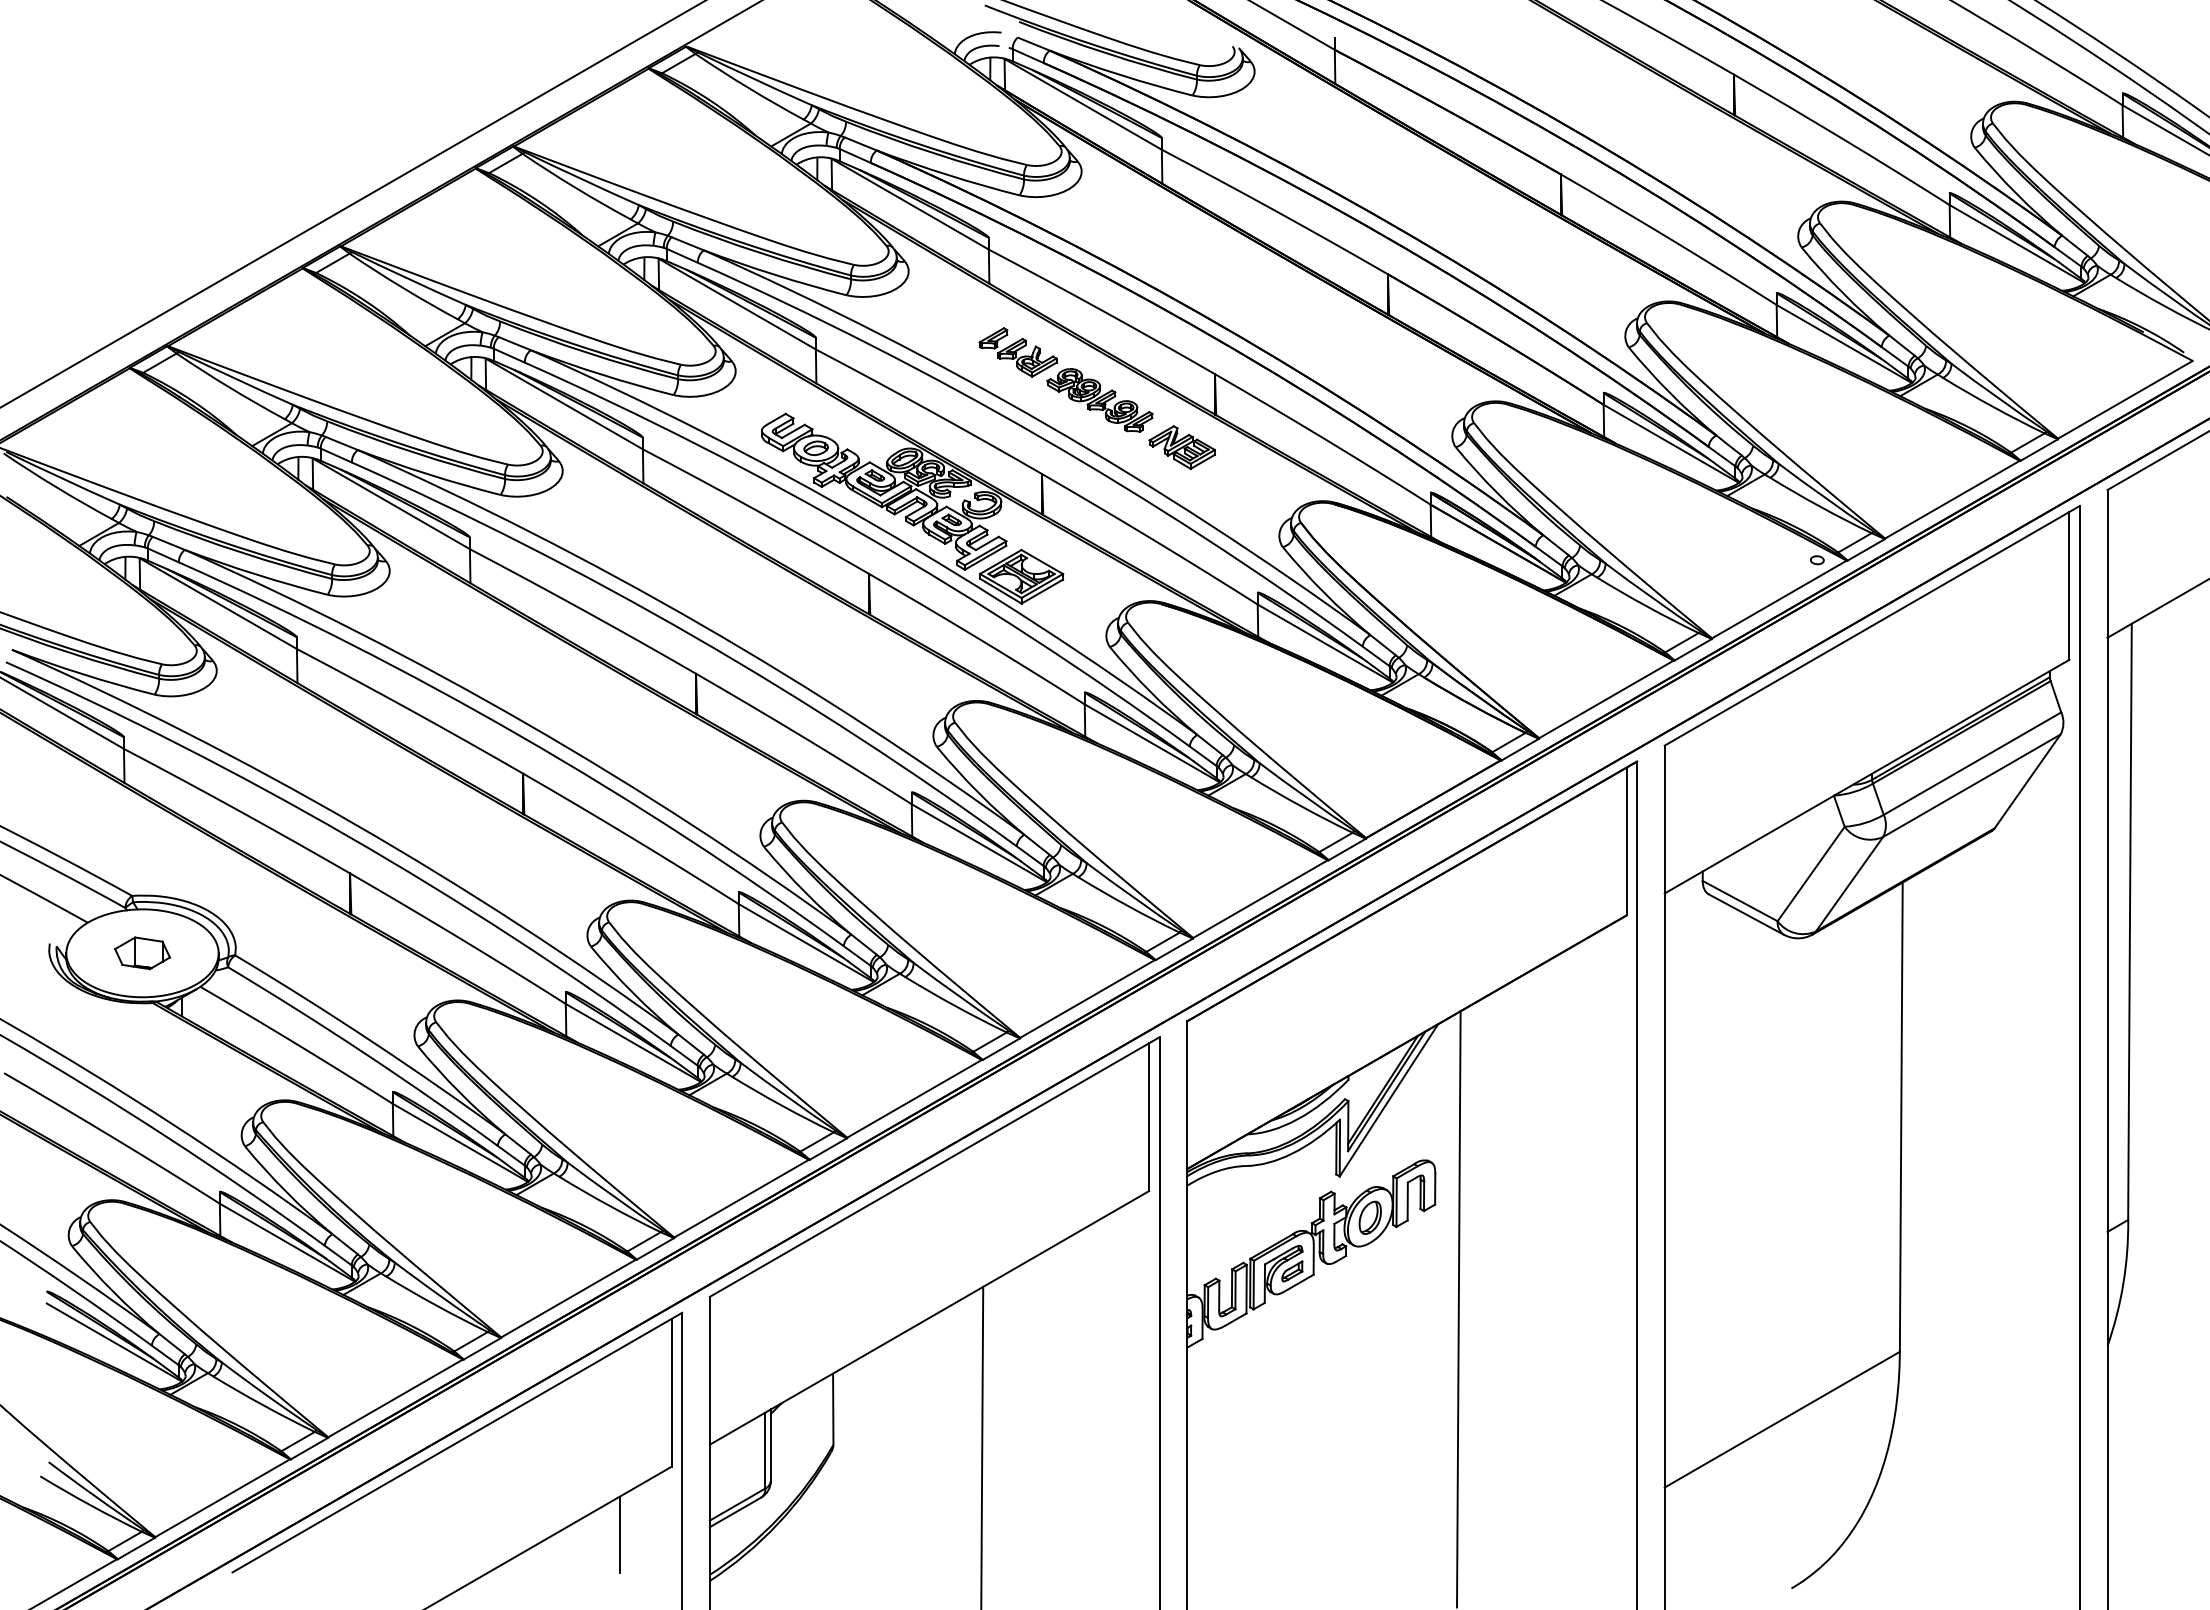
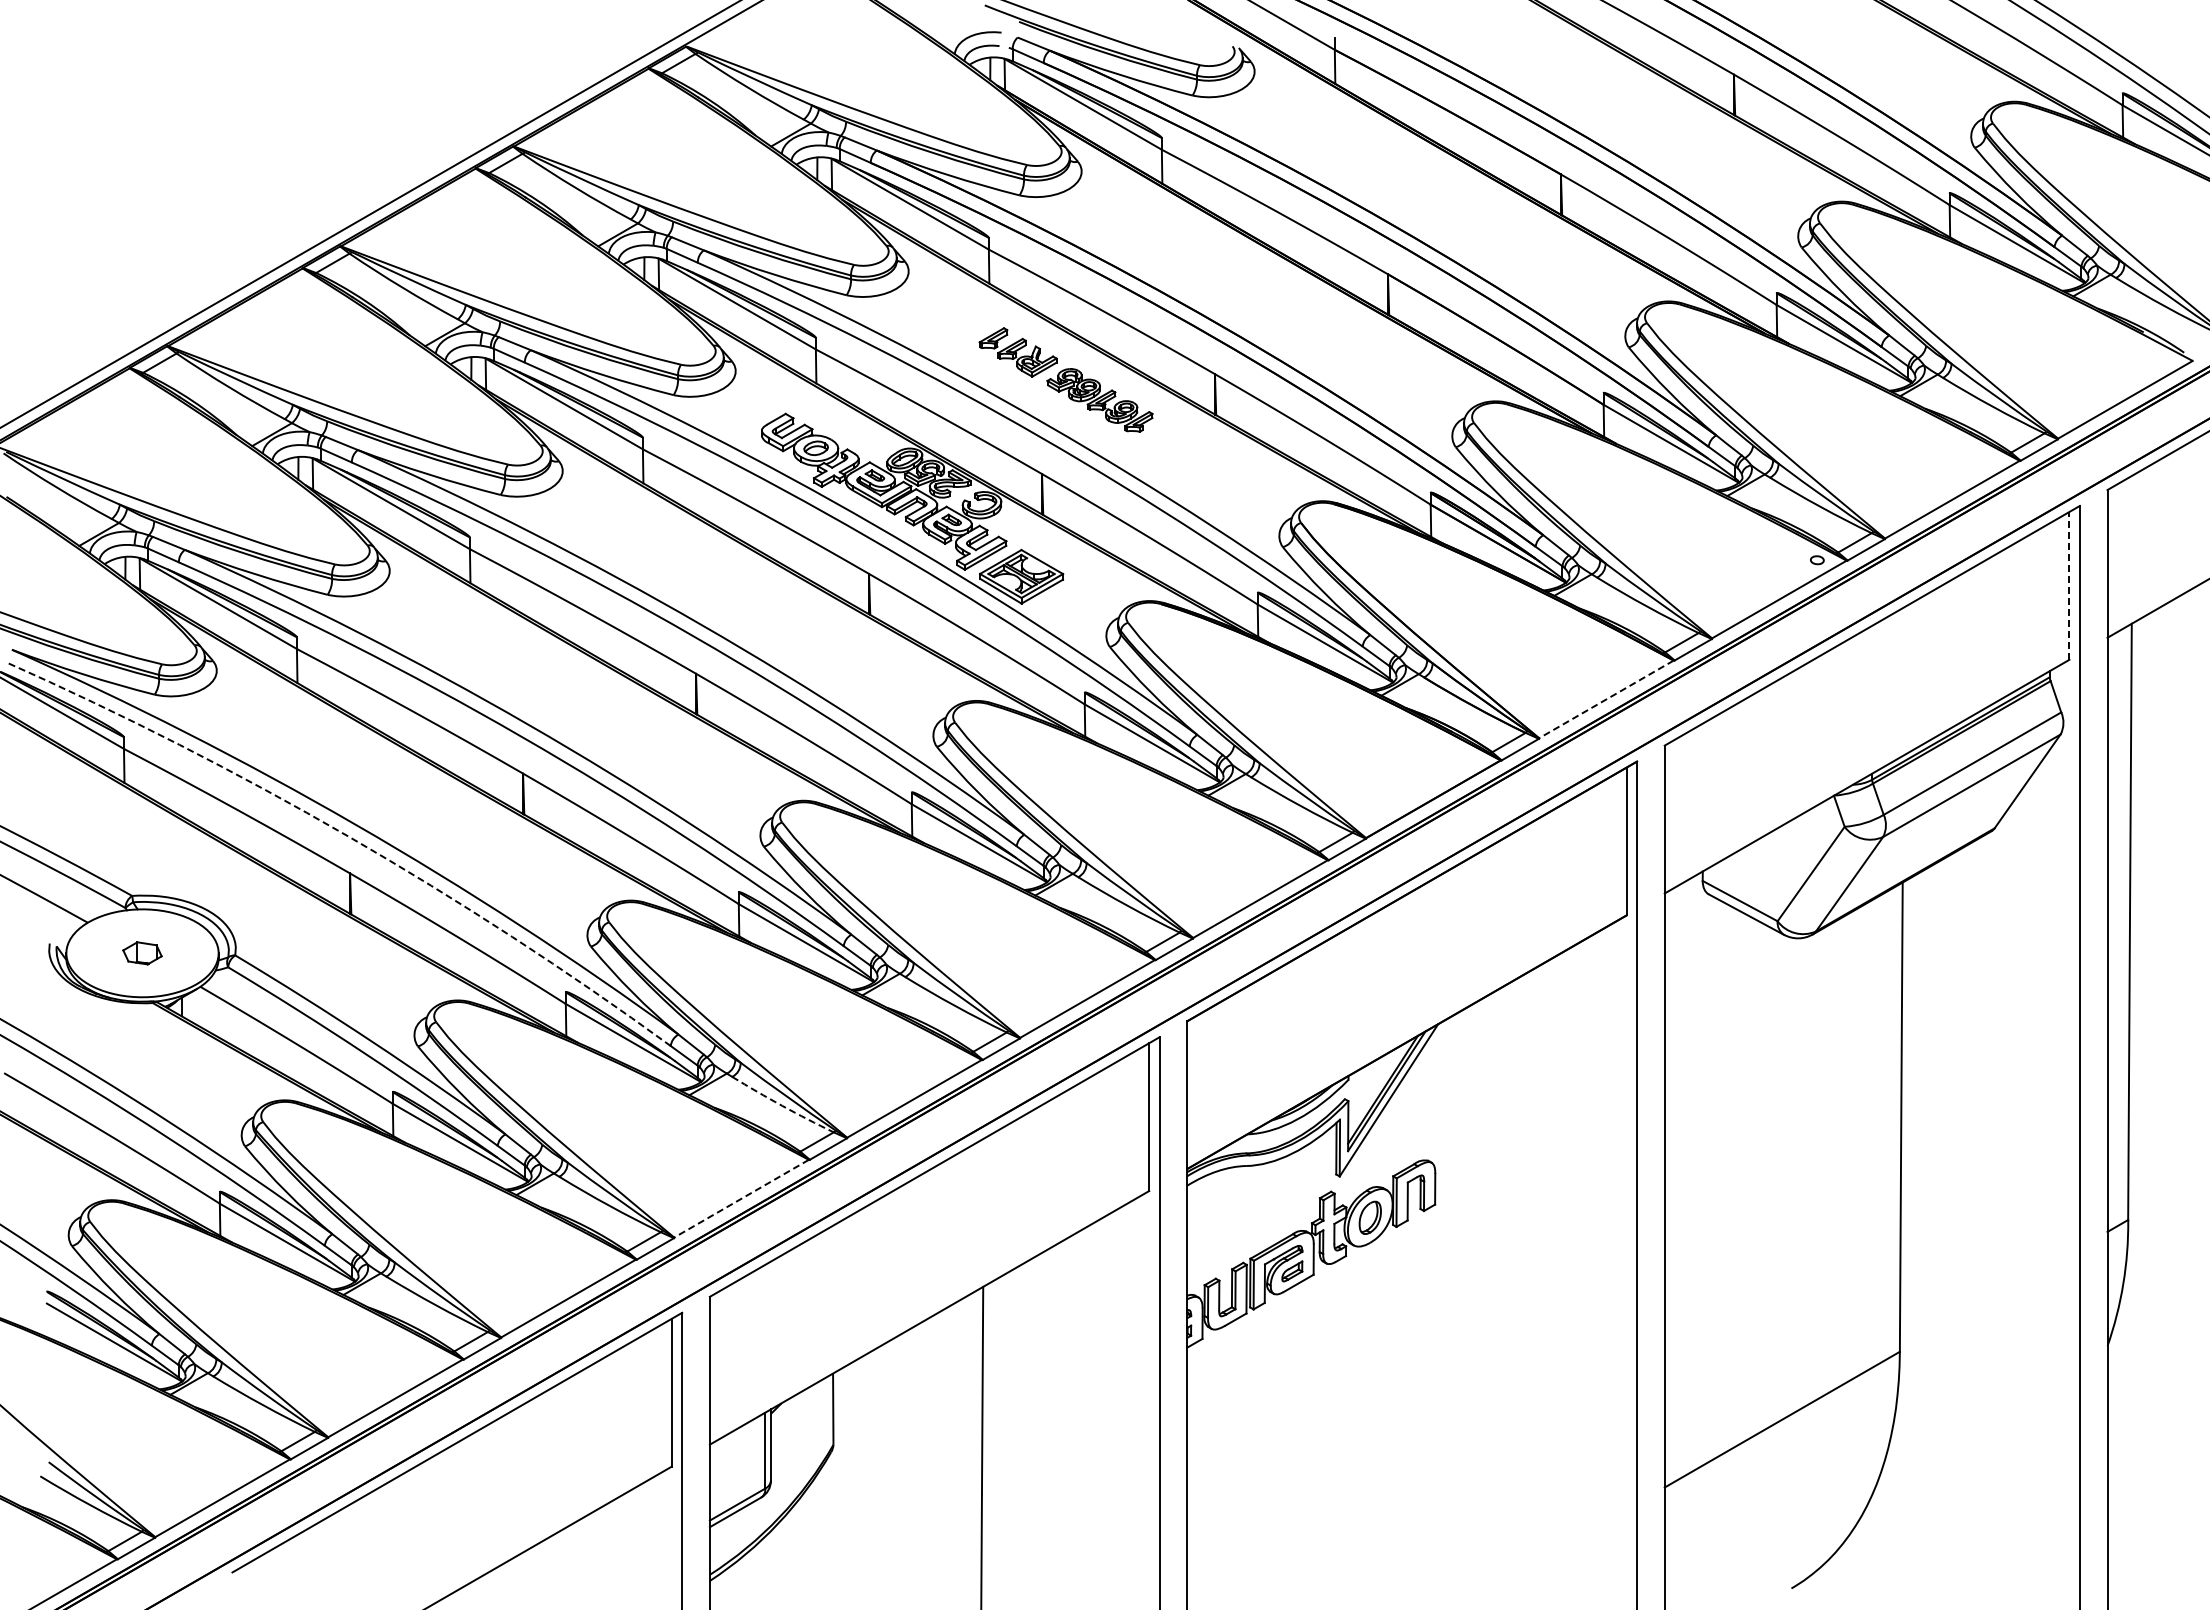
line at (352, 204) position: (352, 204) -> (370, 214)
part at (1181, 447): present -> none
line at (2069, 585): solid -> dashed
line at (1606, 699): solid -> dashed
arc at (348, 836): solid -> dashed
part at (142, 953) size: 57x35 px -> 41x25 px
arc at (782, 1105): solid -> dashed
line at (741, 1198): solid -> dashed
line at (1458, 1308): present -> none
line at (619, 1534): present -> none
